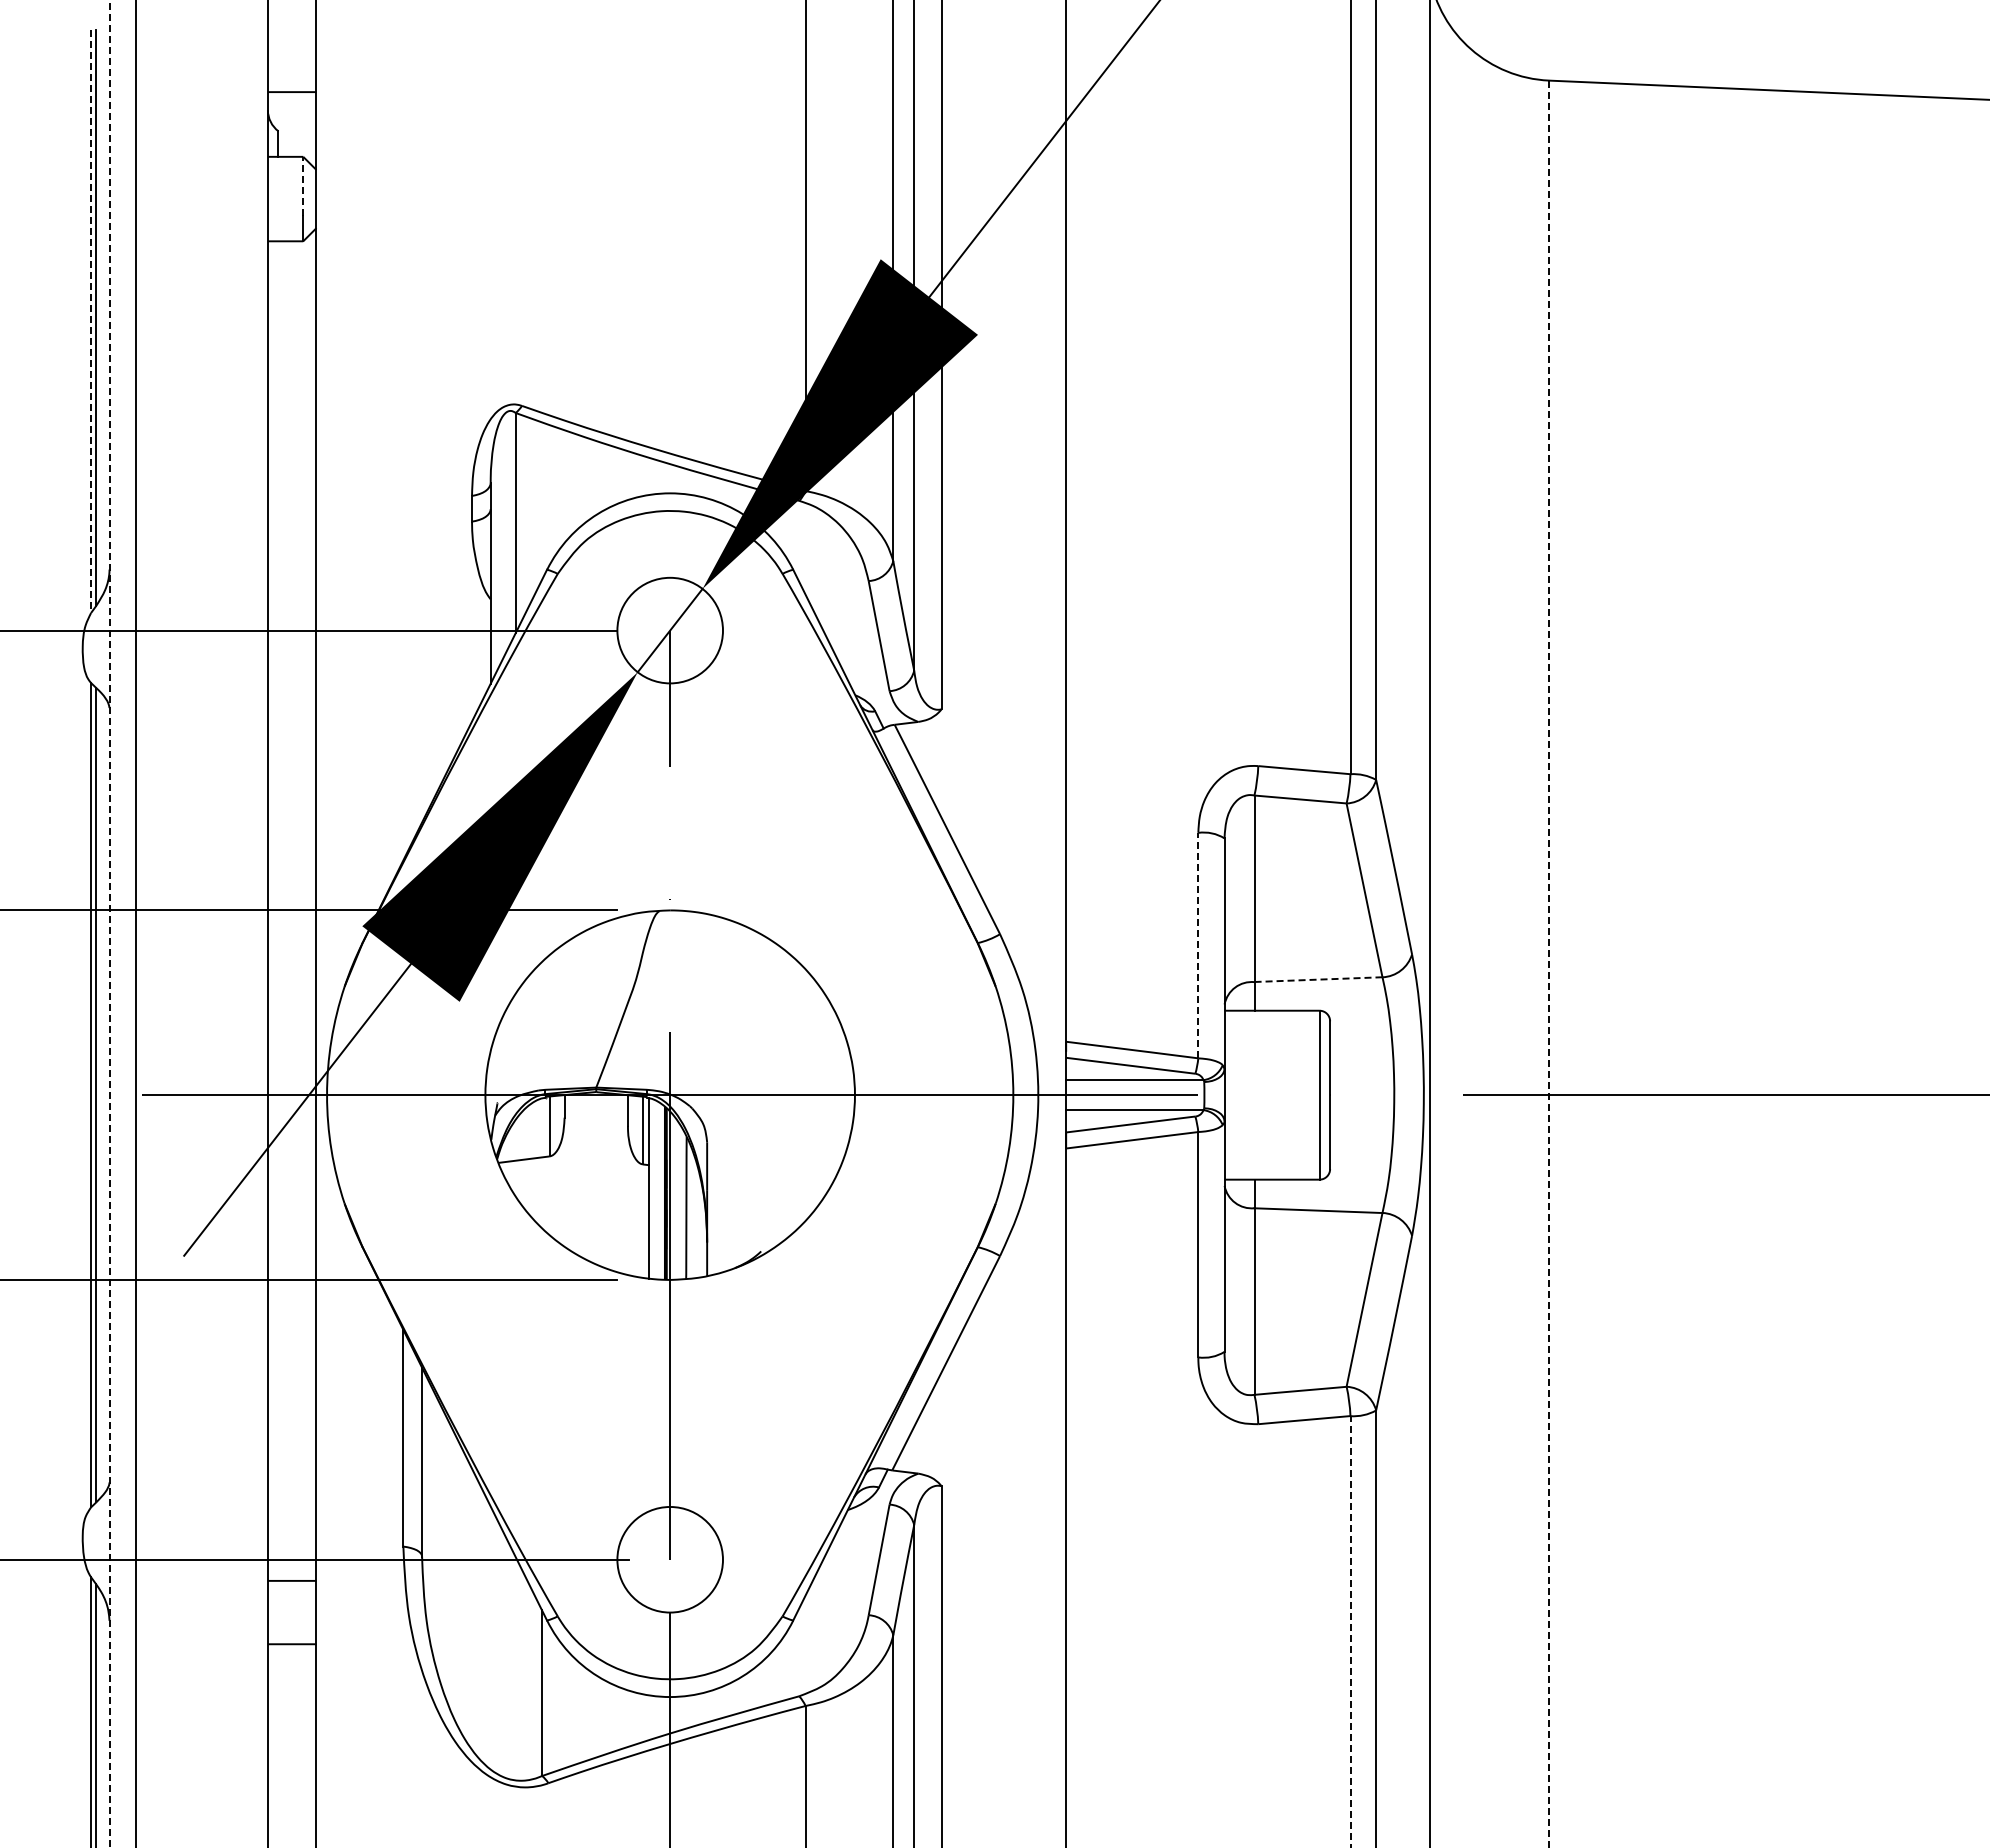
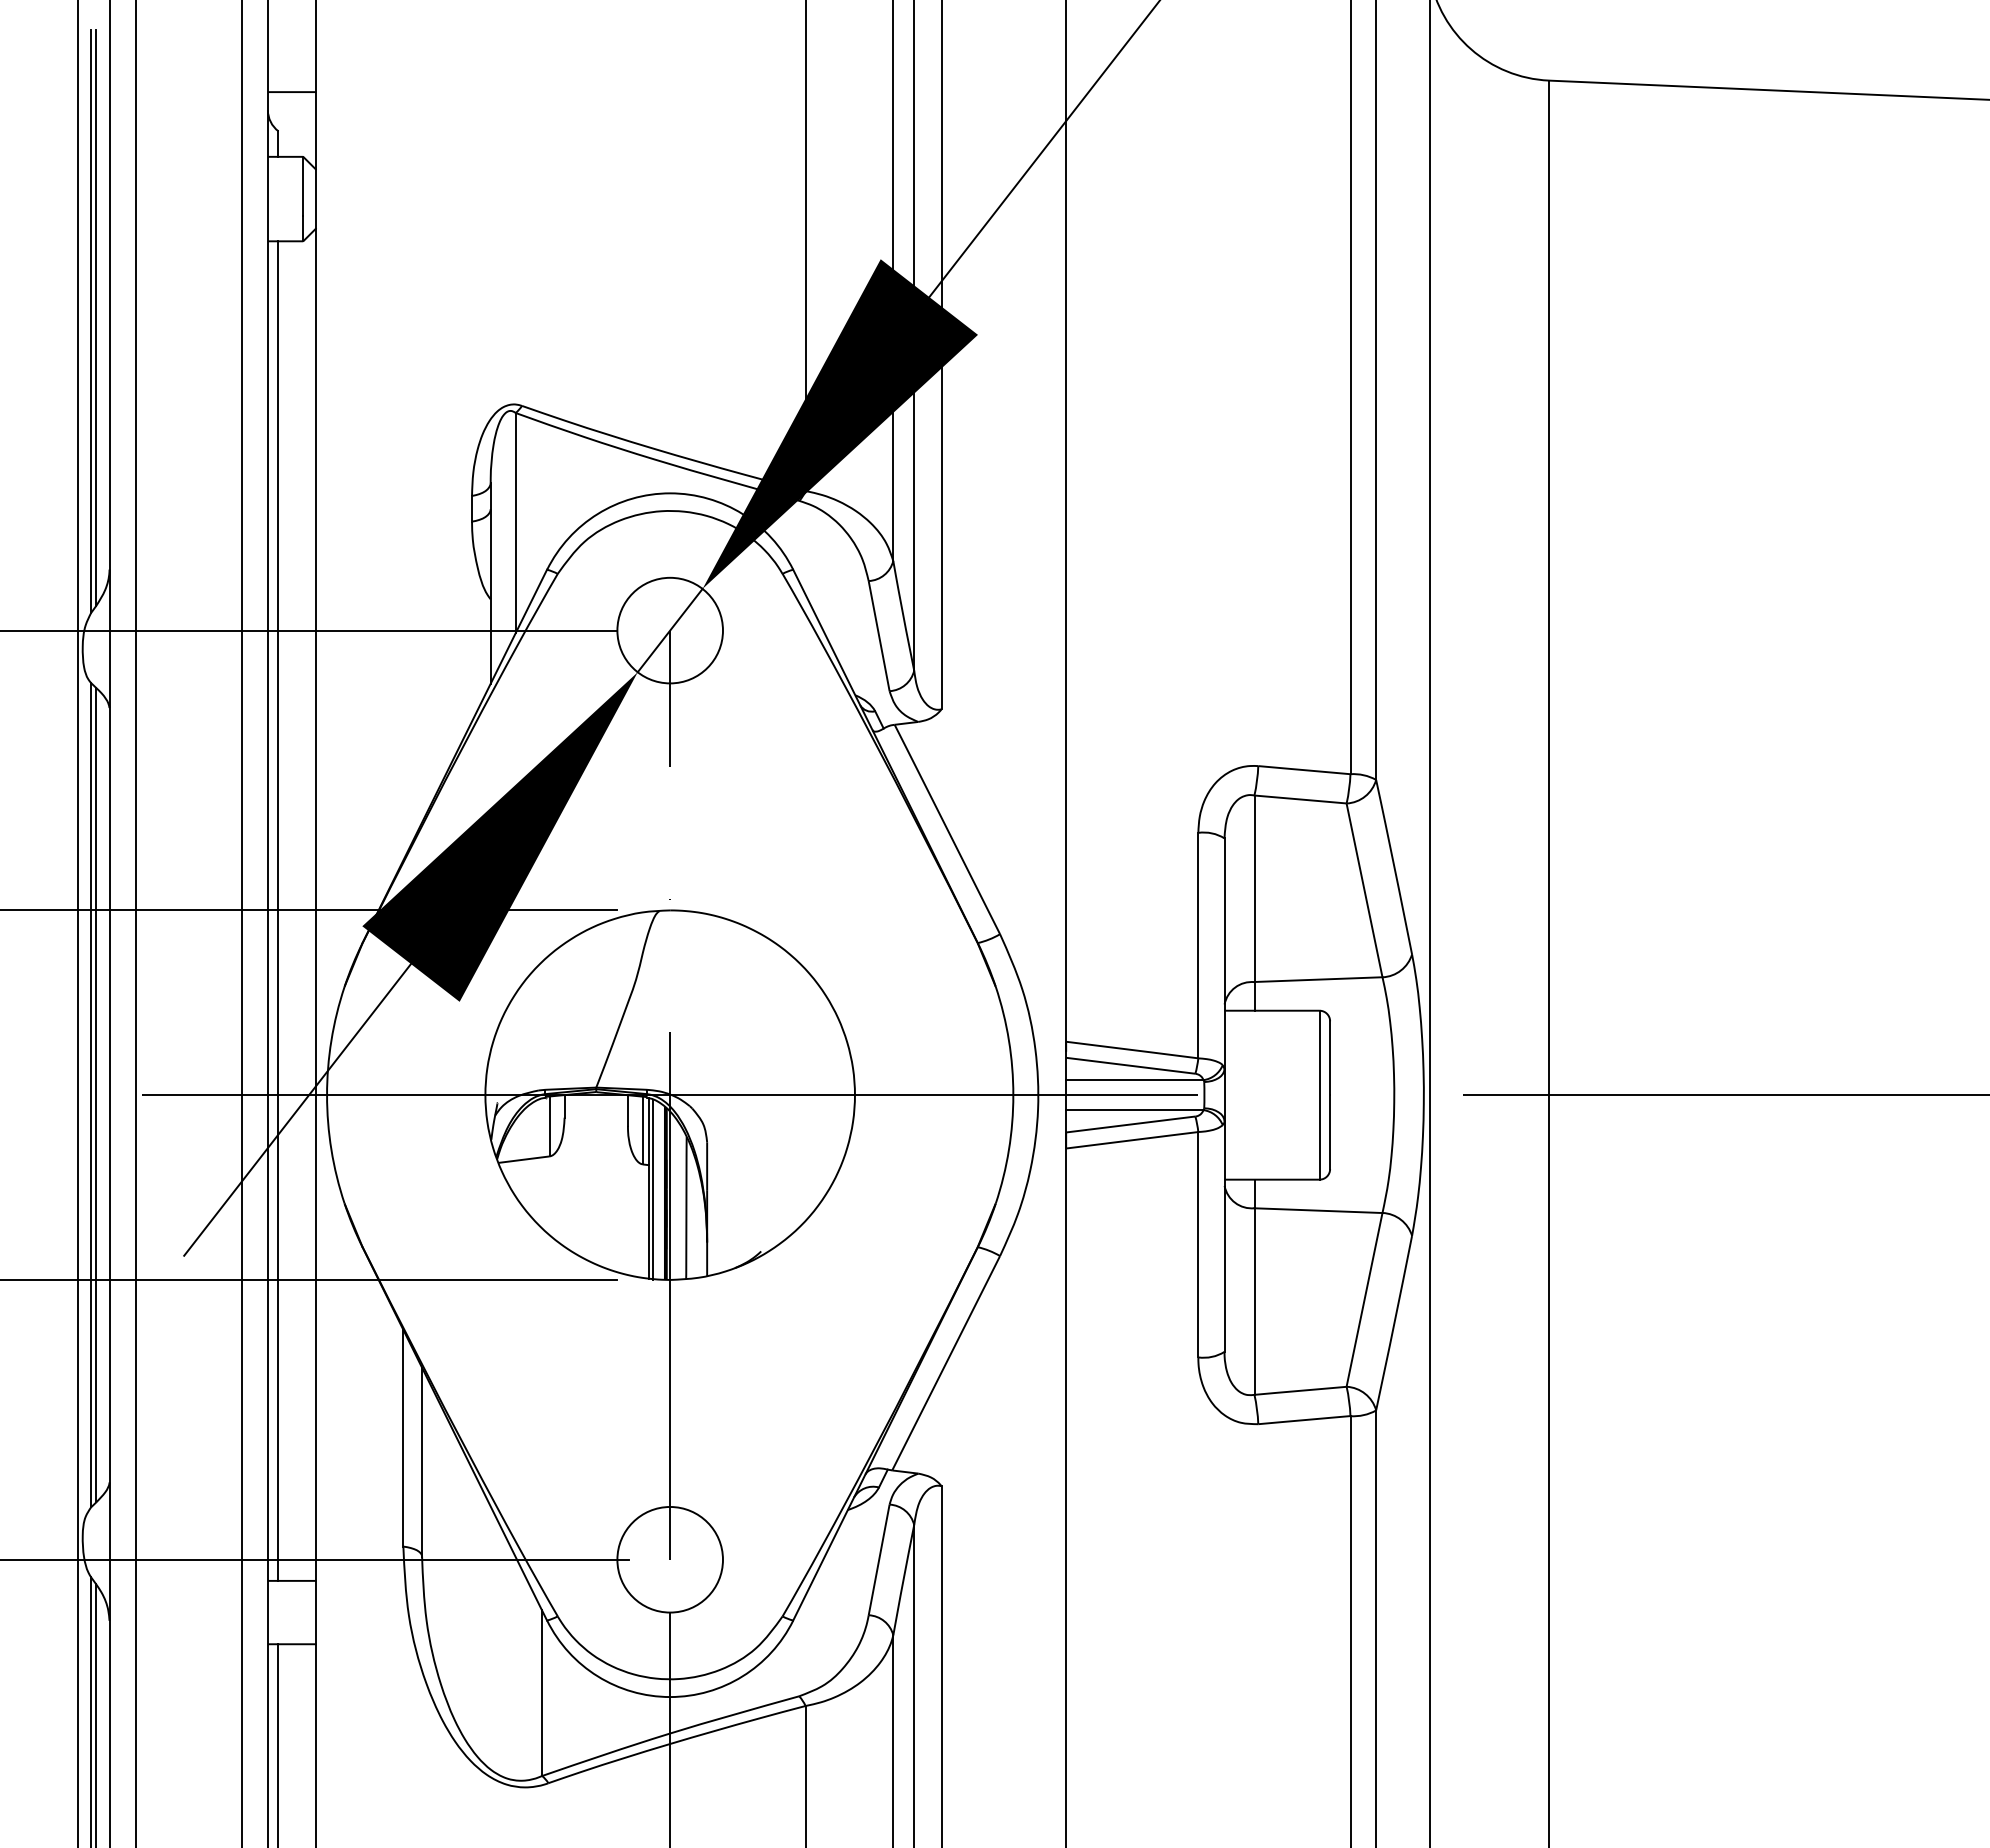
line at (303, 186): dashed -> solid
line at (91, 322): dashed -> solid
line at (278, 910): none -> present
line at (77, 923): none -> present
line at (109, 923): dashed -> solid
line at (241, 923): none -> present
line at (1198, 945): dashed -> solid
line at (1549, 964): dashed -> solid
line at (1318, 979): dashed -> solid
line at (652, 1189): none -> present
line at (1350, 1631): dashed -> solid
line at (278, 1744): none -> present
